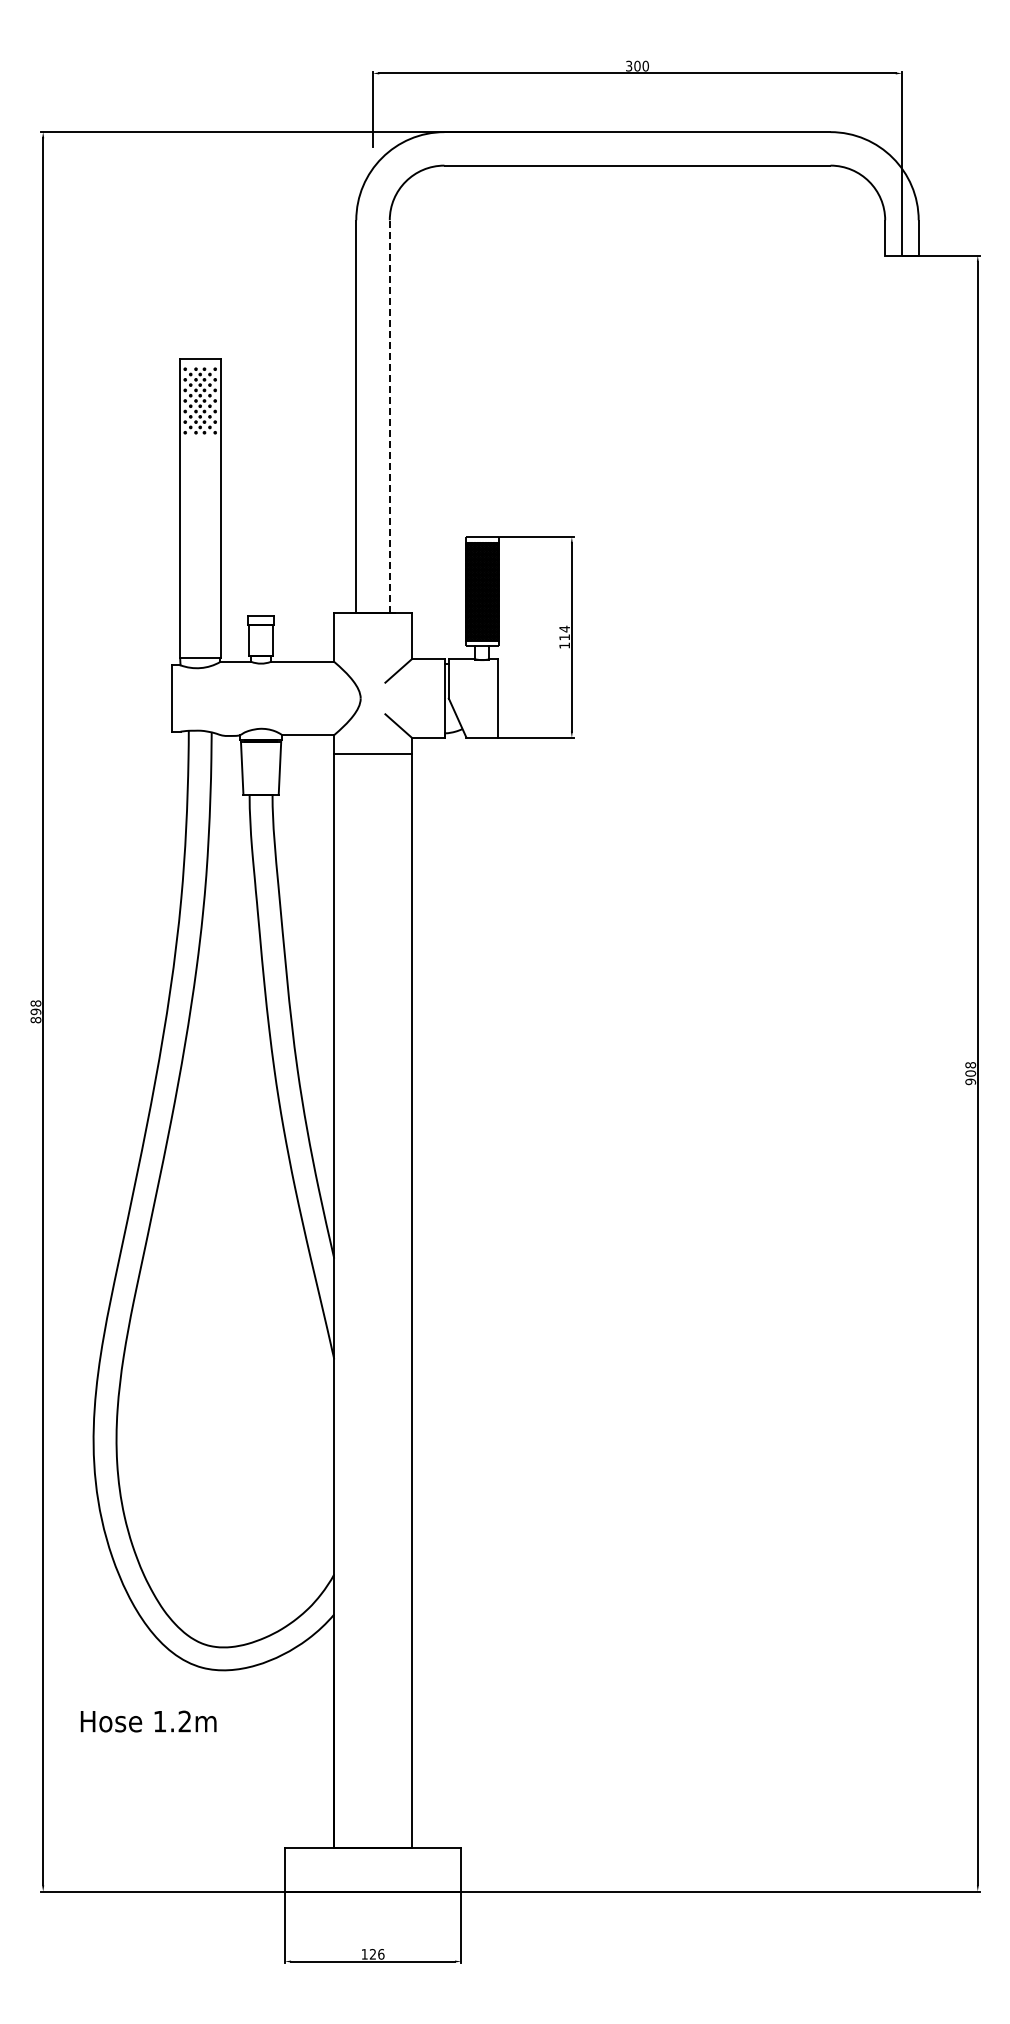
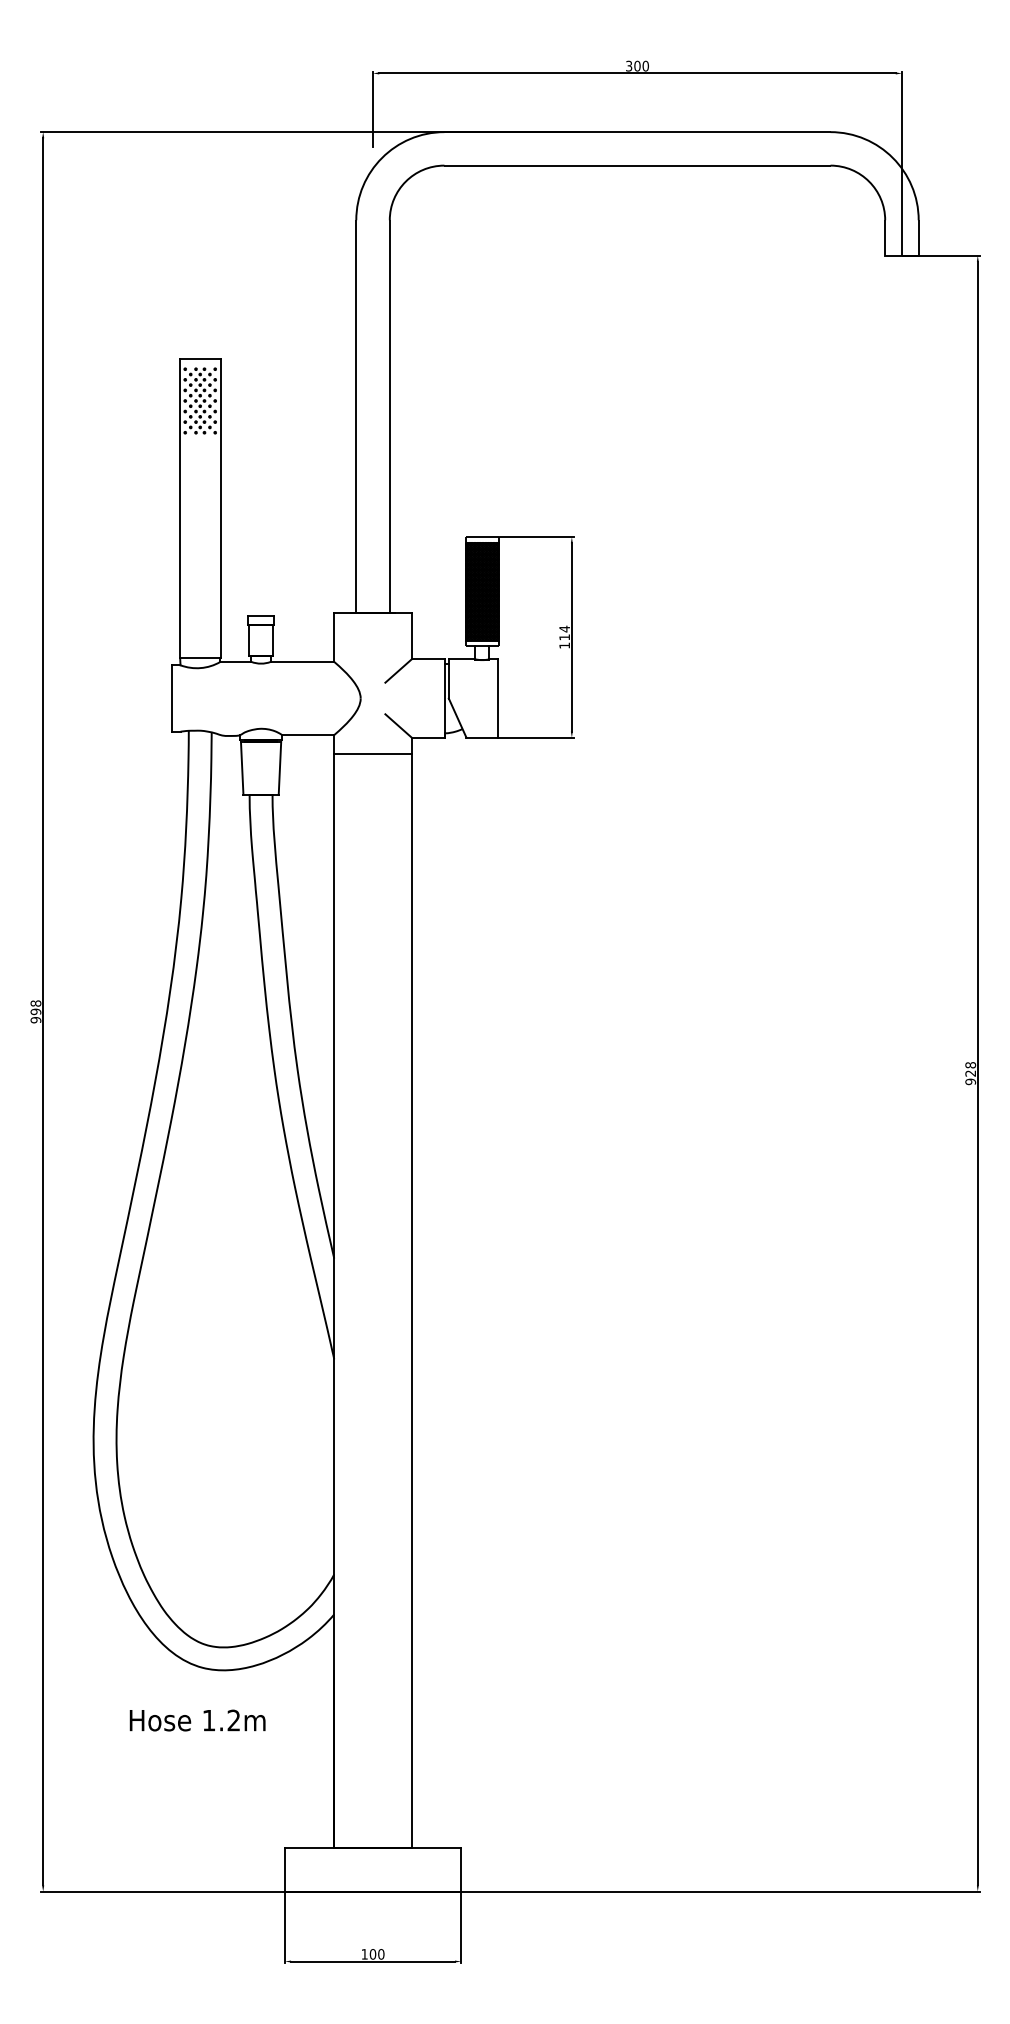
line at (389, 416): dashed -> solid
text at (35, 1020): 898 -> 998
text at (970, 1073): 908 -> 928
text at (148, 1721) position: (148, 1721) -> (197, 1720)
text at (376, 1954): 126 -> 100
